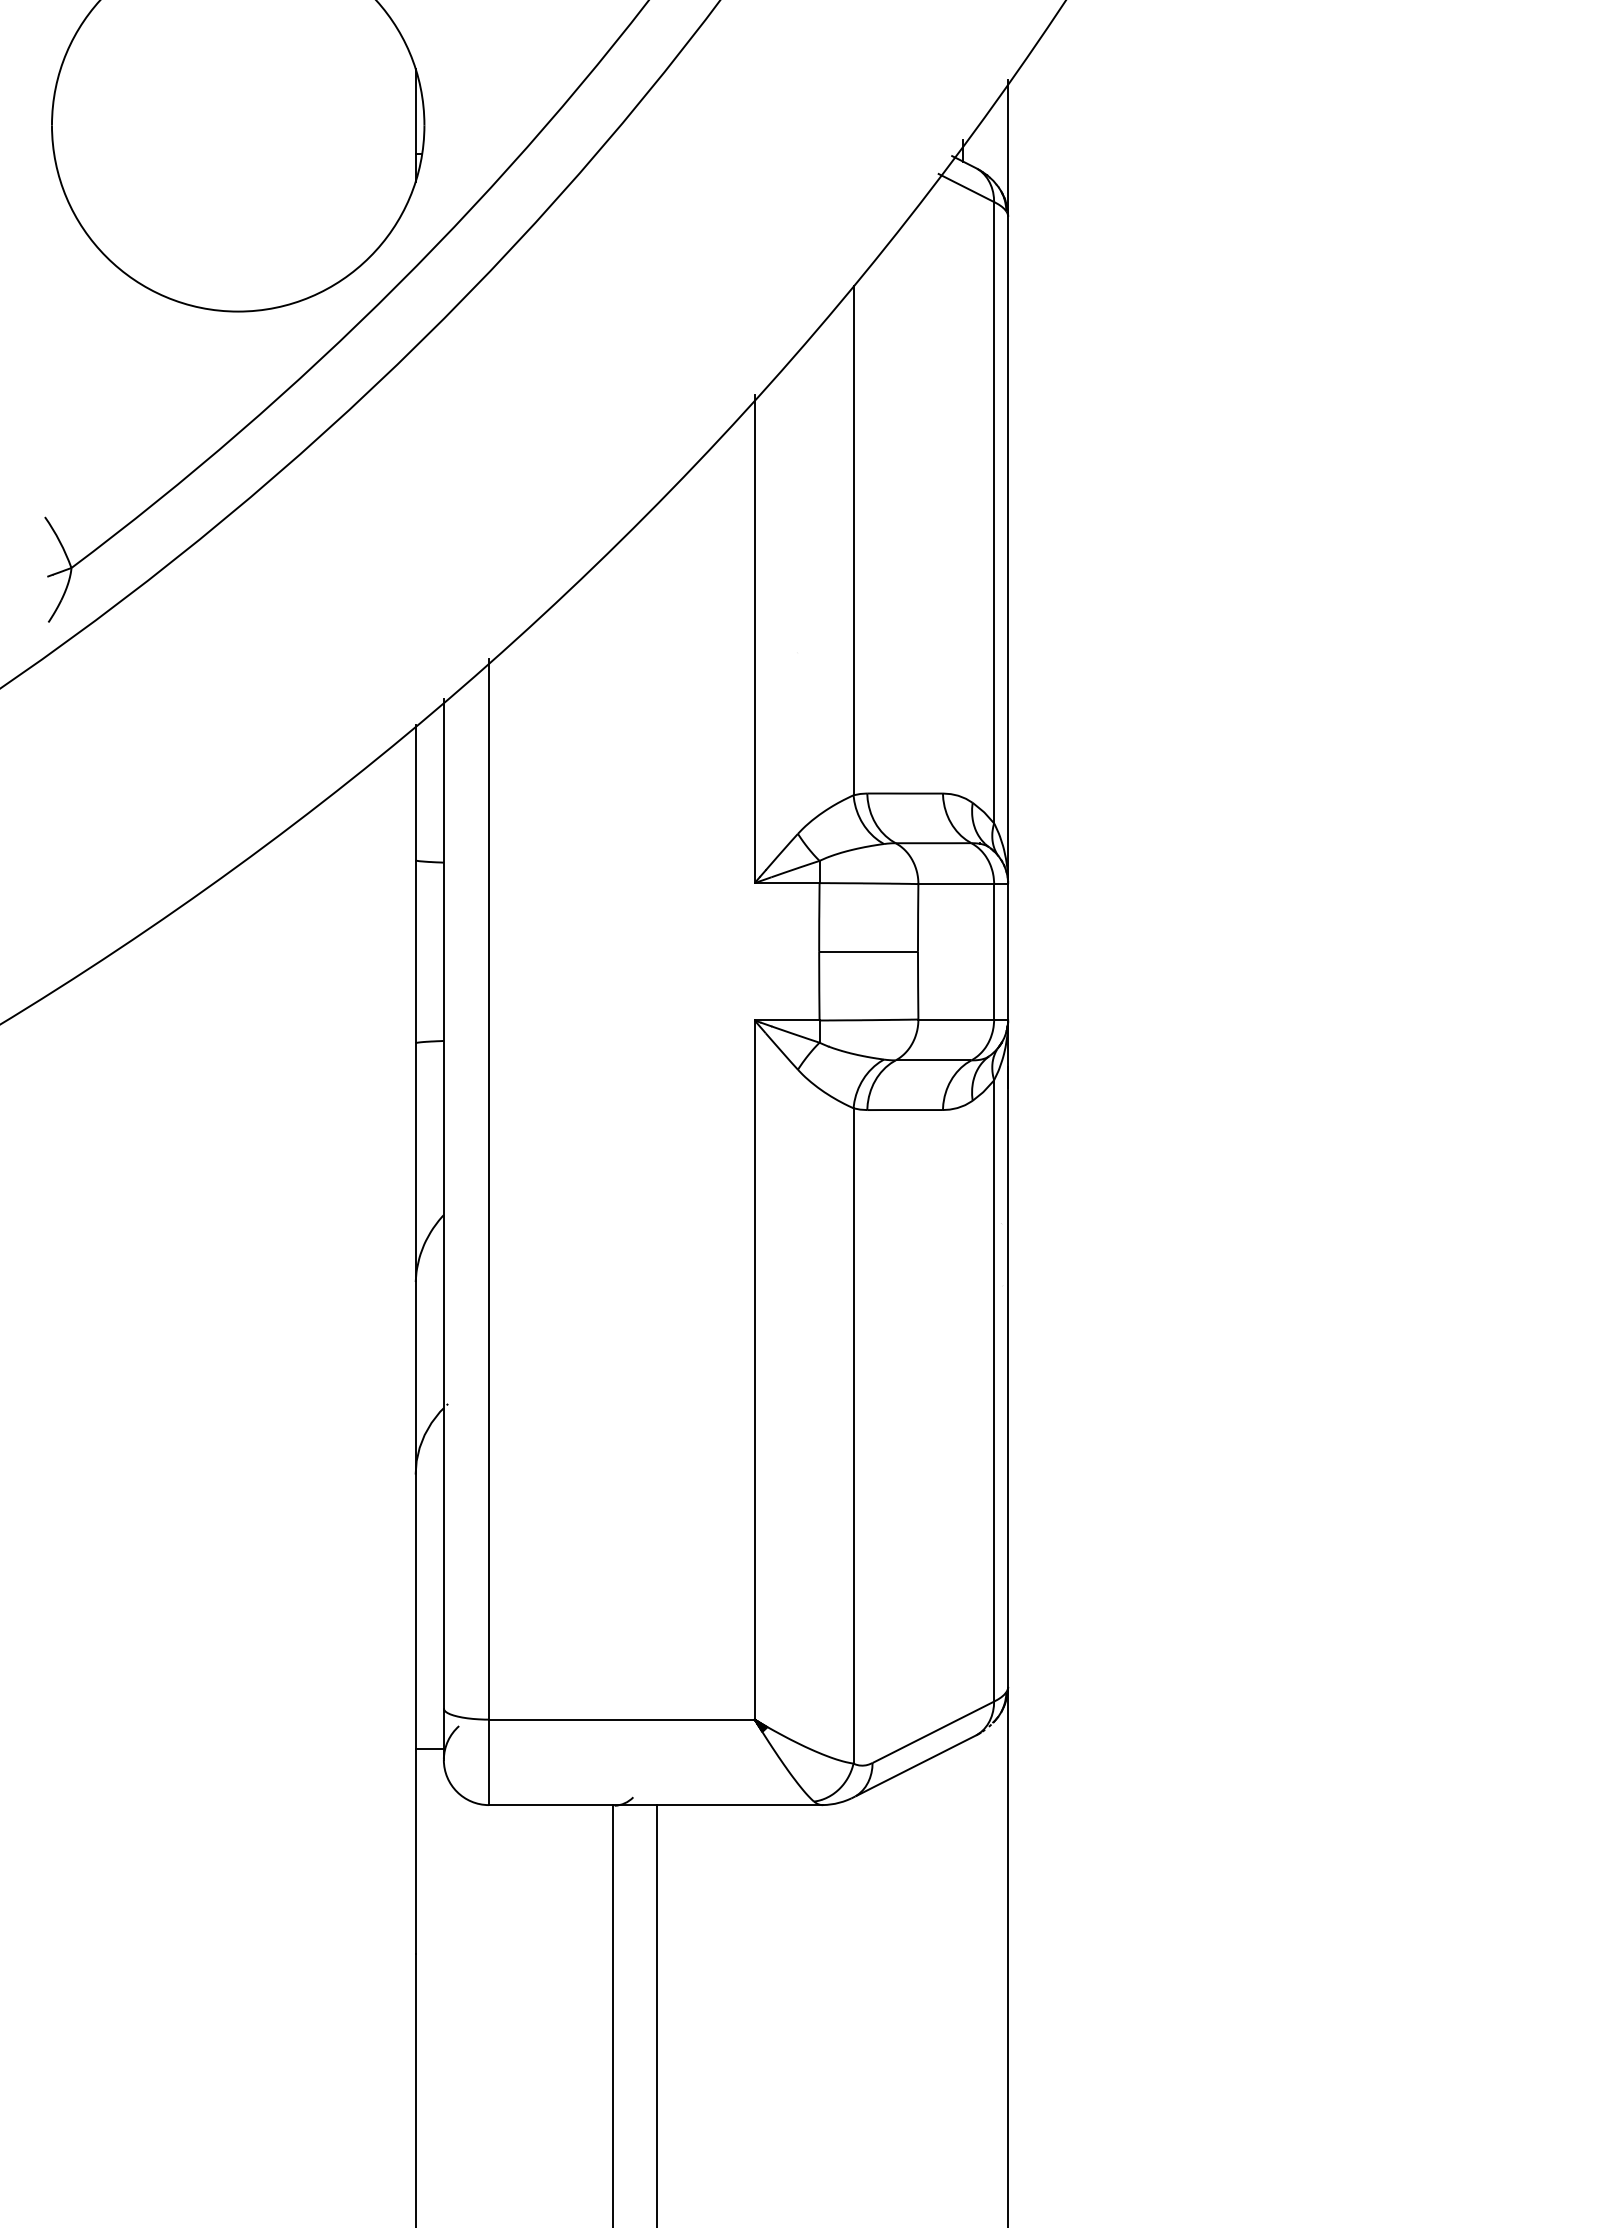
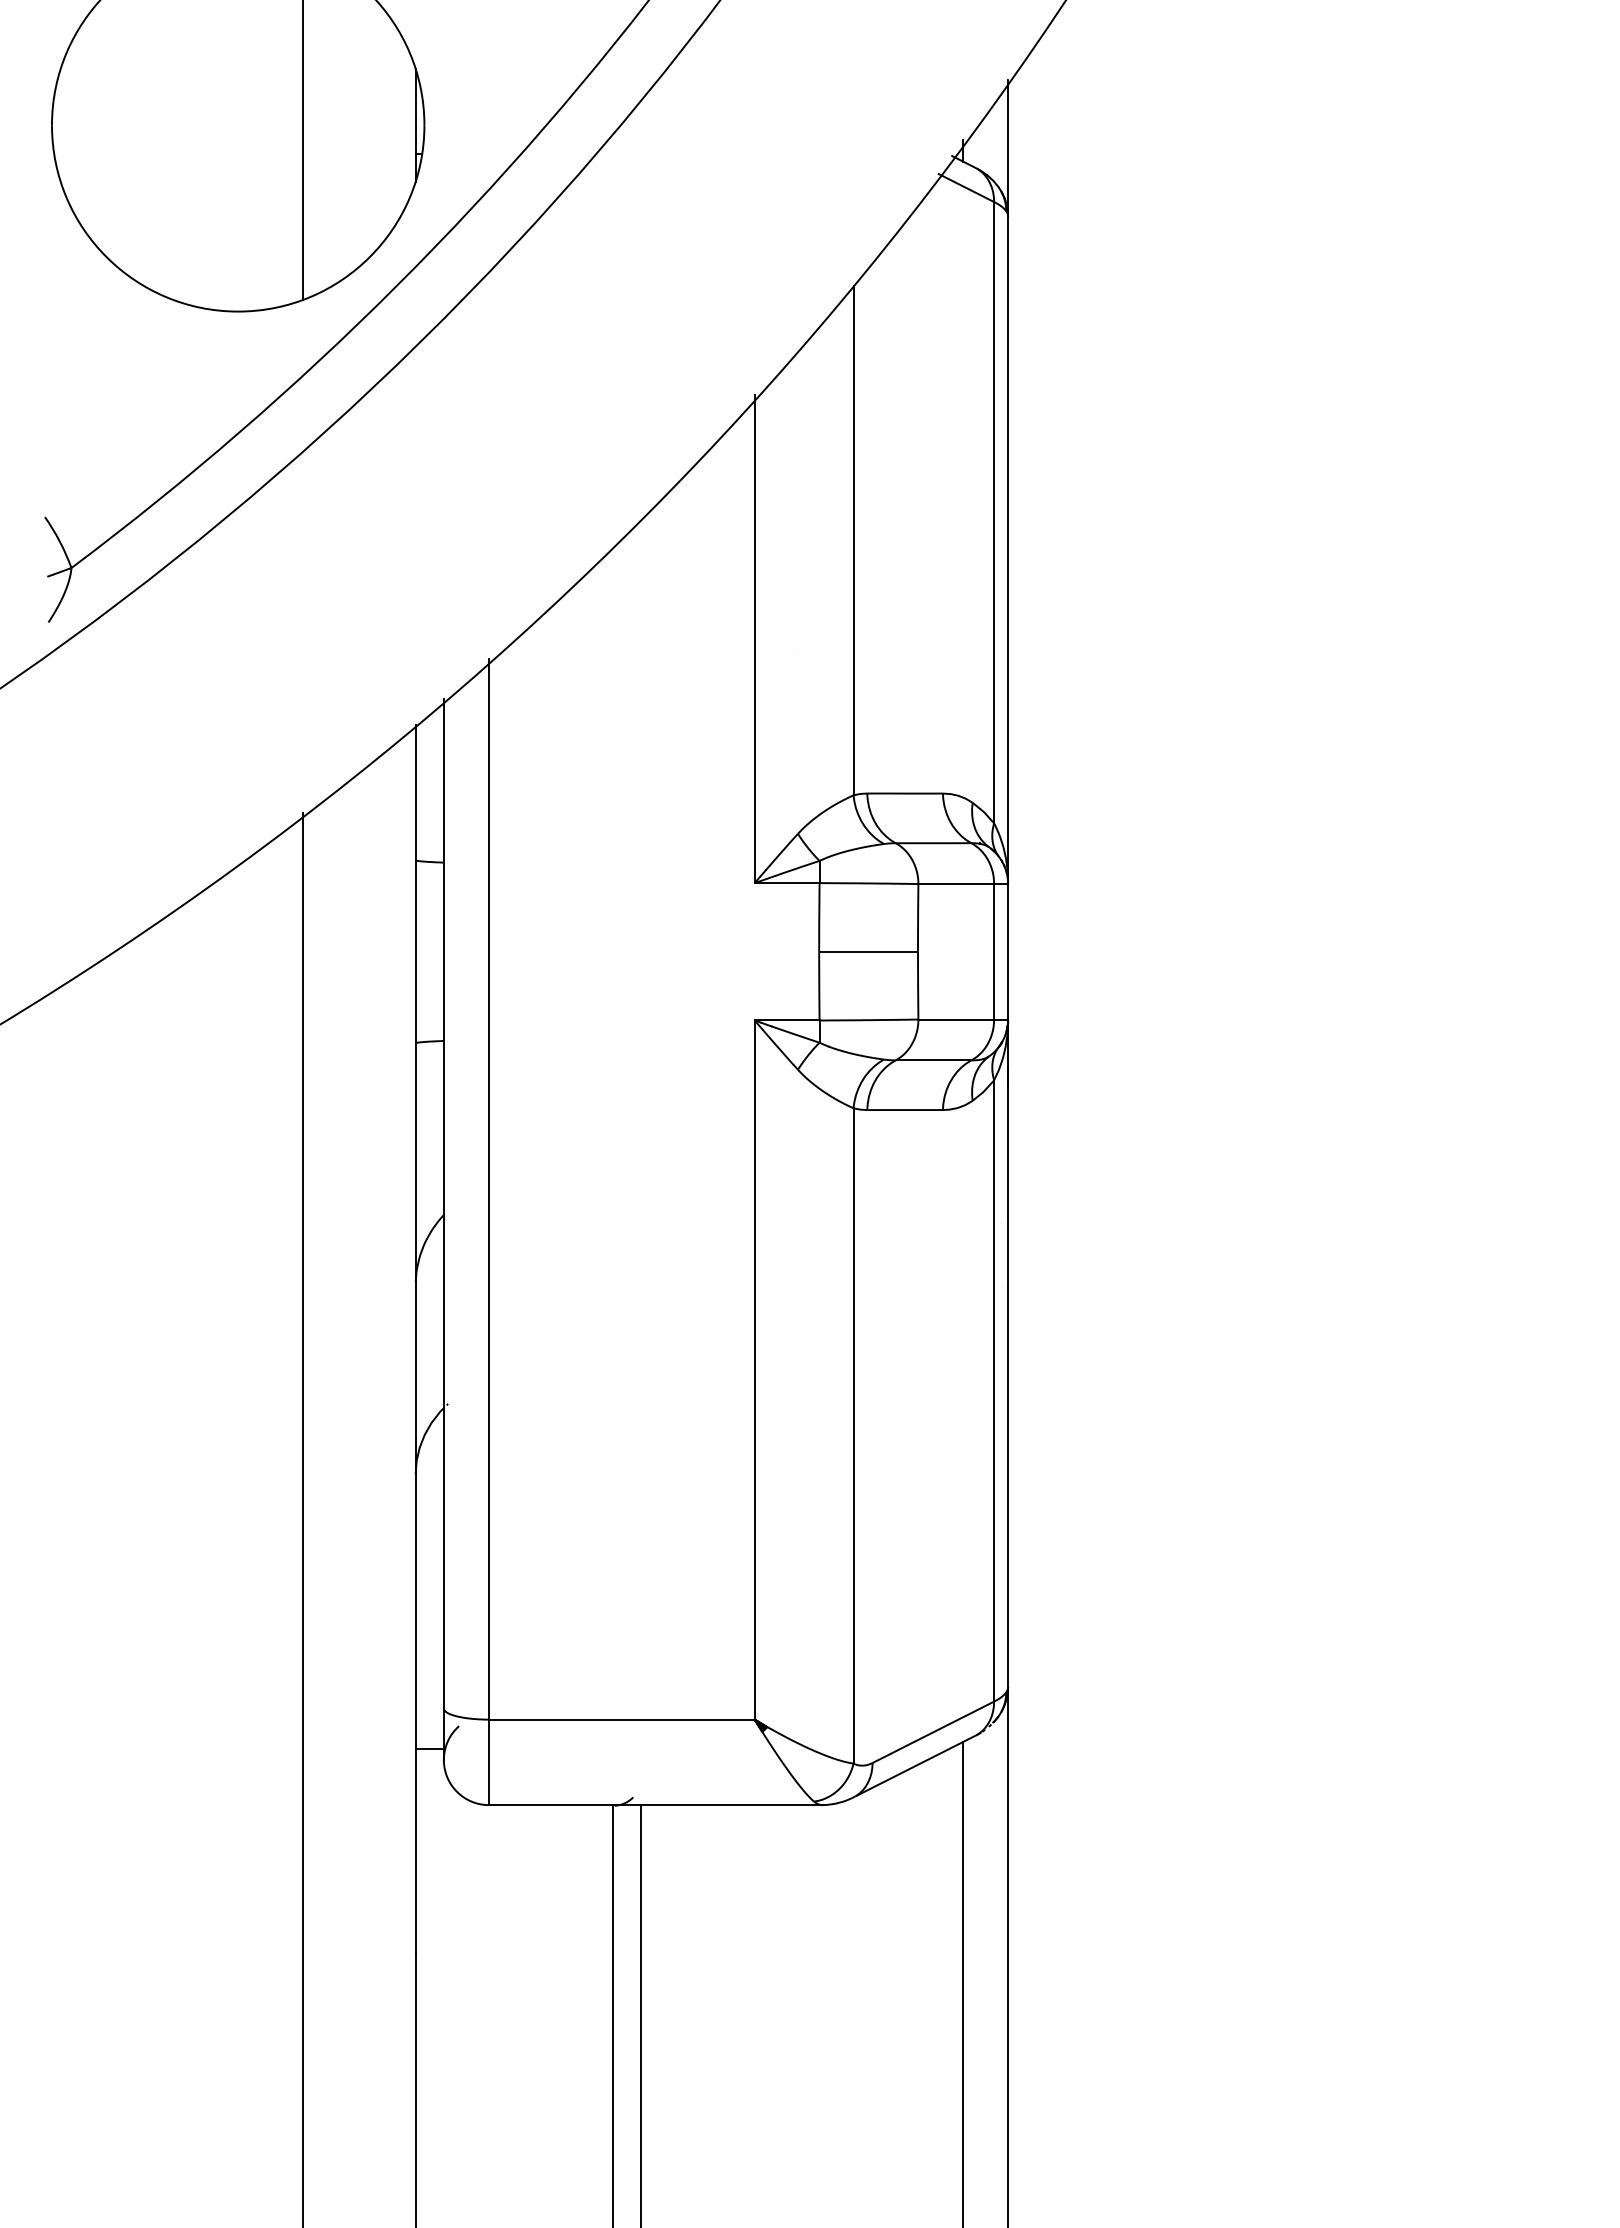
line at (302, 150): none -> present
line at (302, 1518): none -> present
line at (963, 1983): none -> present
line at (657, 2014) position: (657, 2014) -> (641, 2014)
